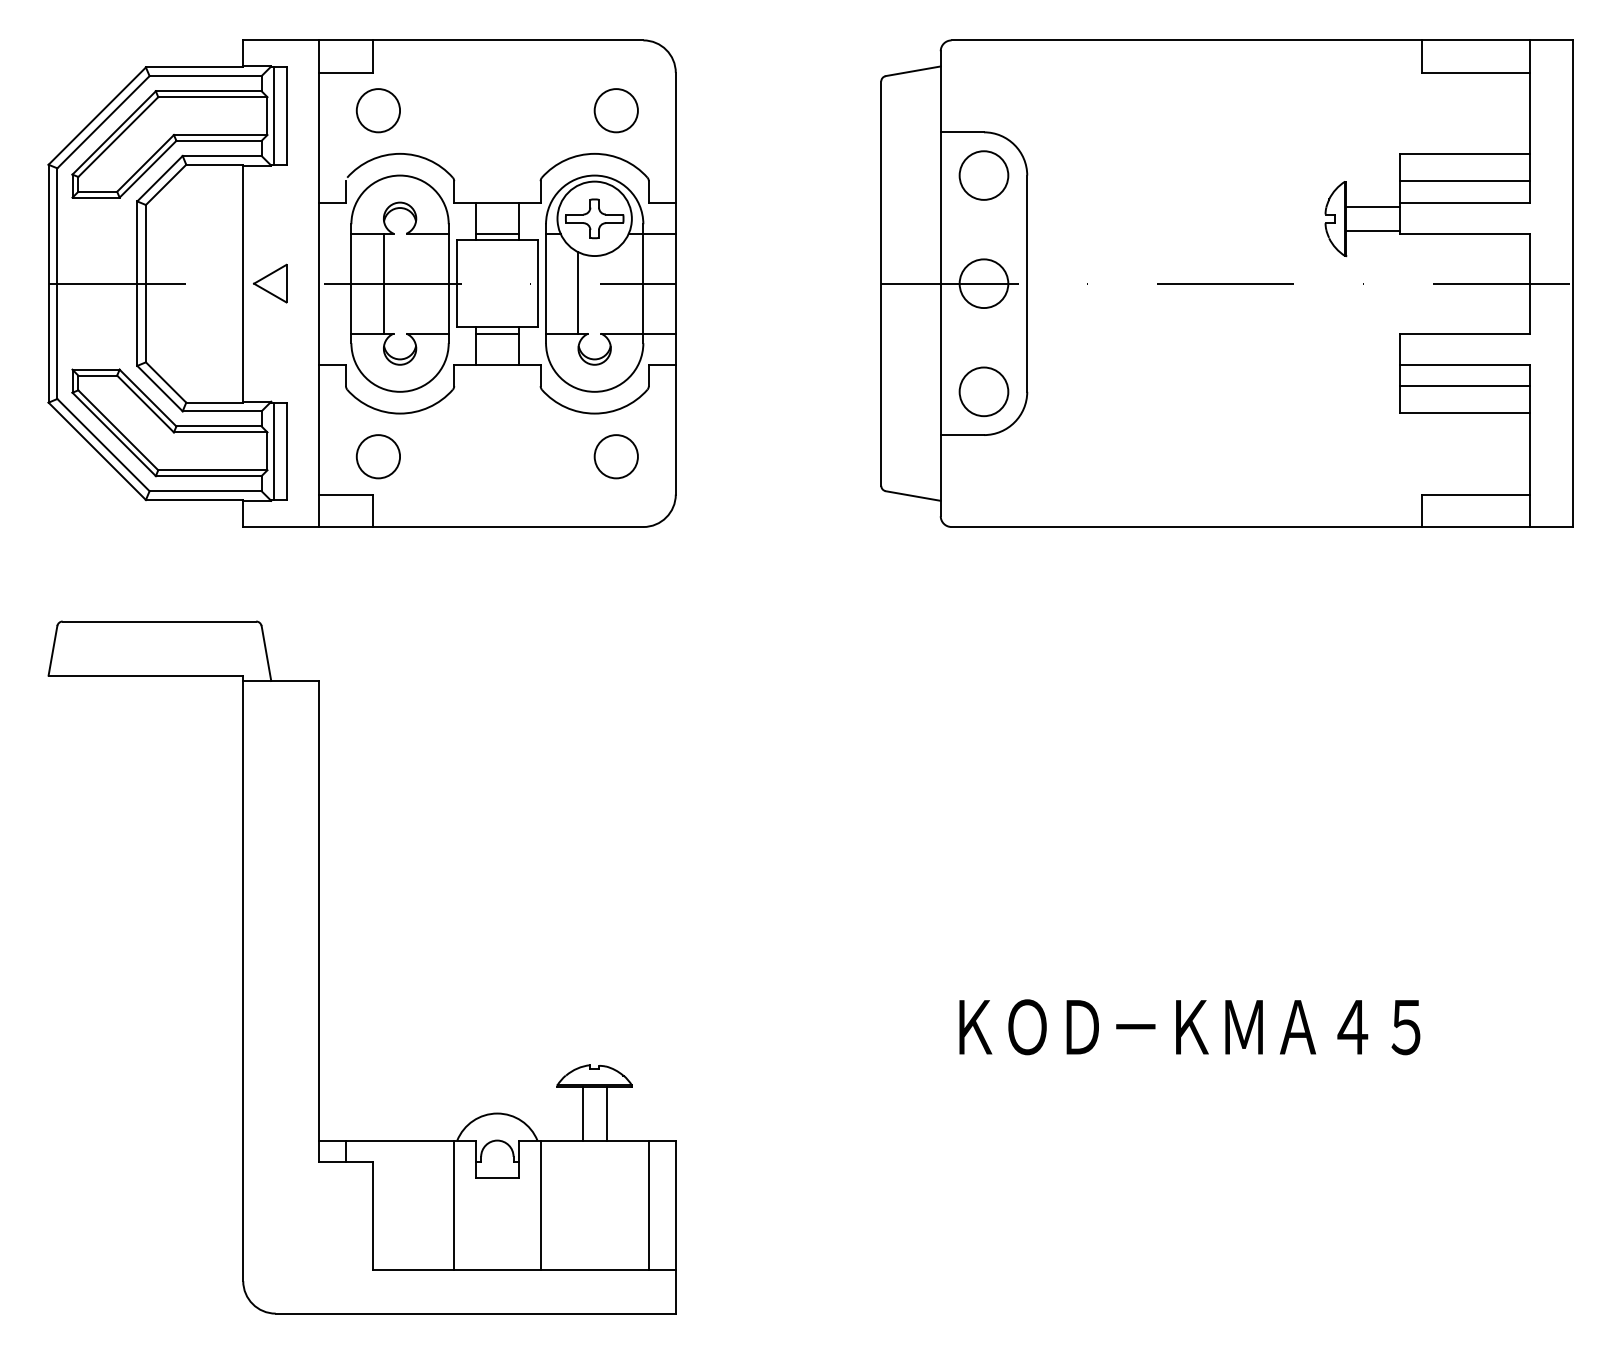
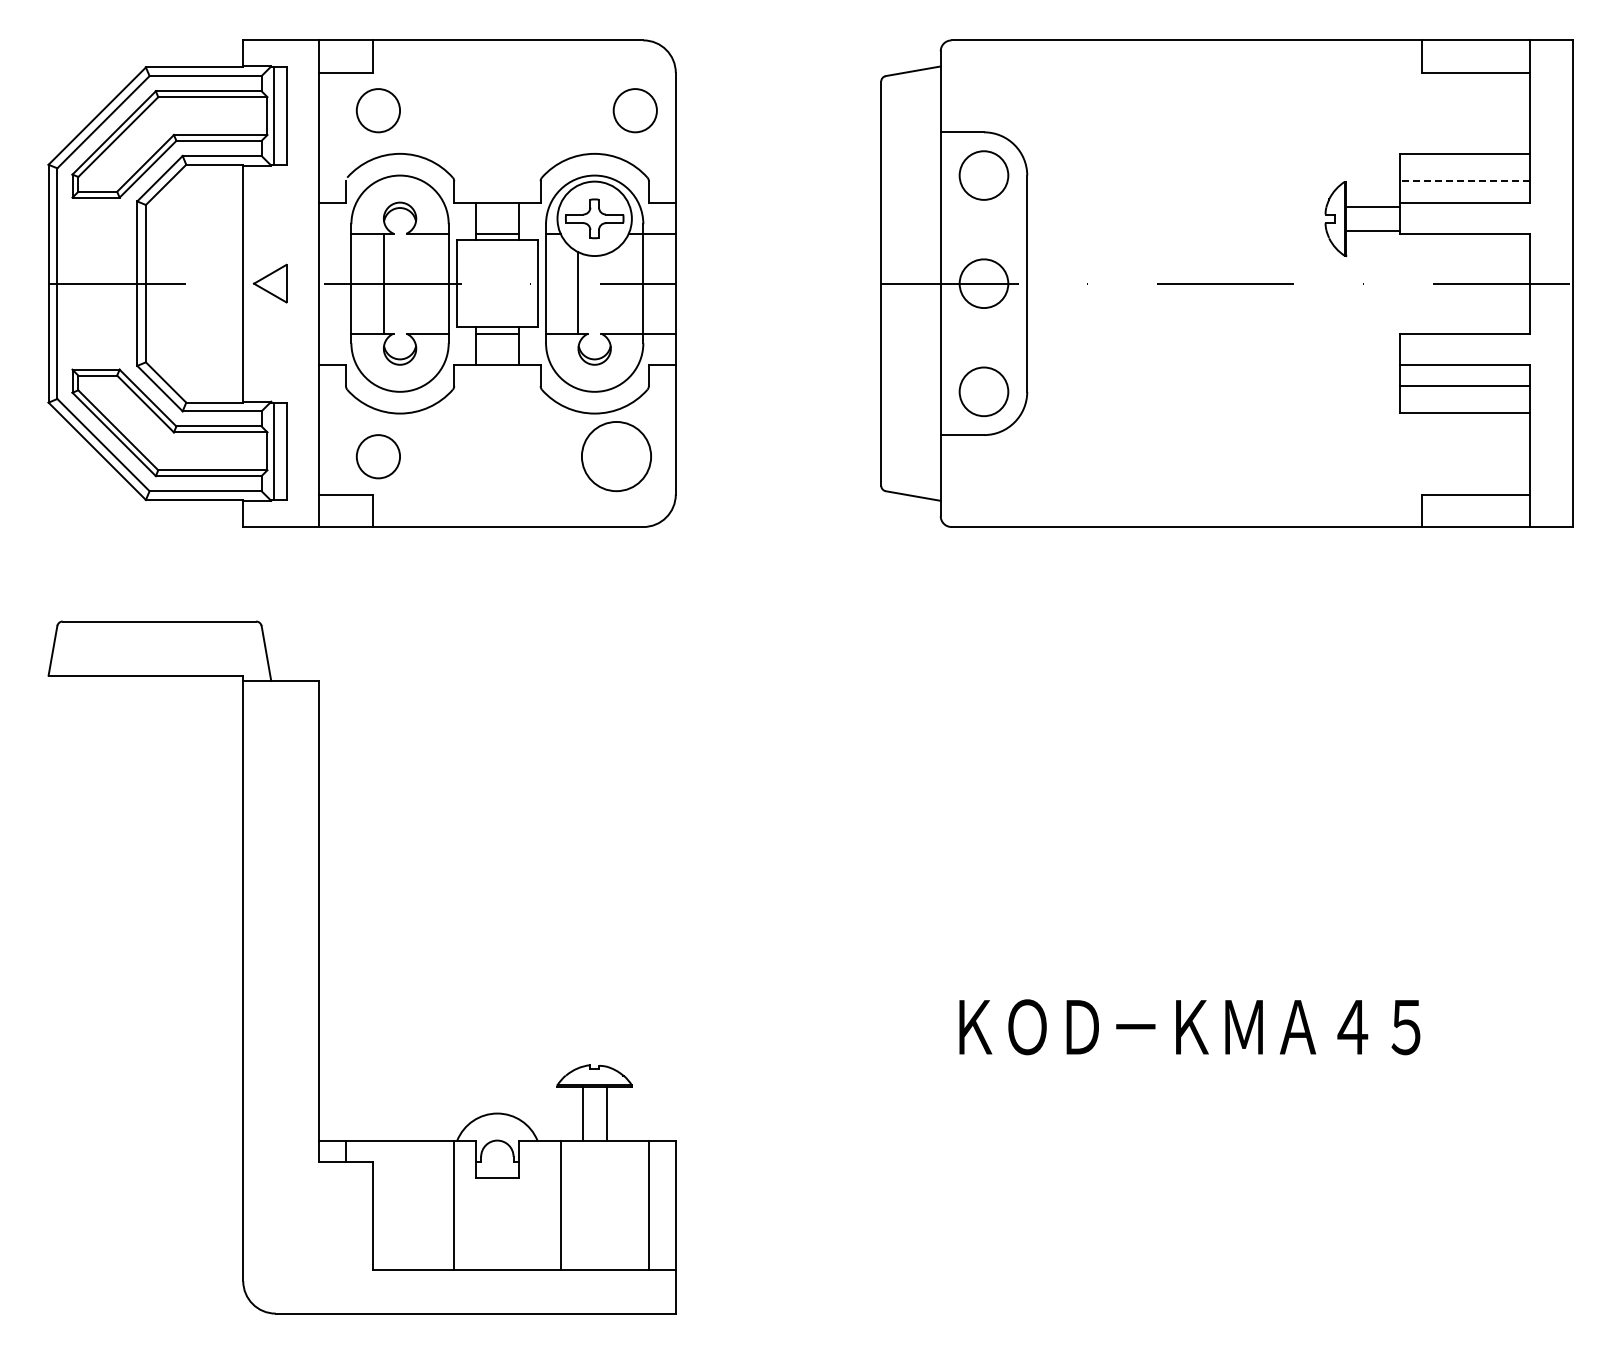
circle at (615, 110) position: (615, 110) -> (634, 110)
line at (1465, 181): solid -> dashed
circle at (615, 456) size: 46x46 px -> 71x72 px
line at (540, 1205) position: (540, 1205) -> (560, 1205)
